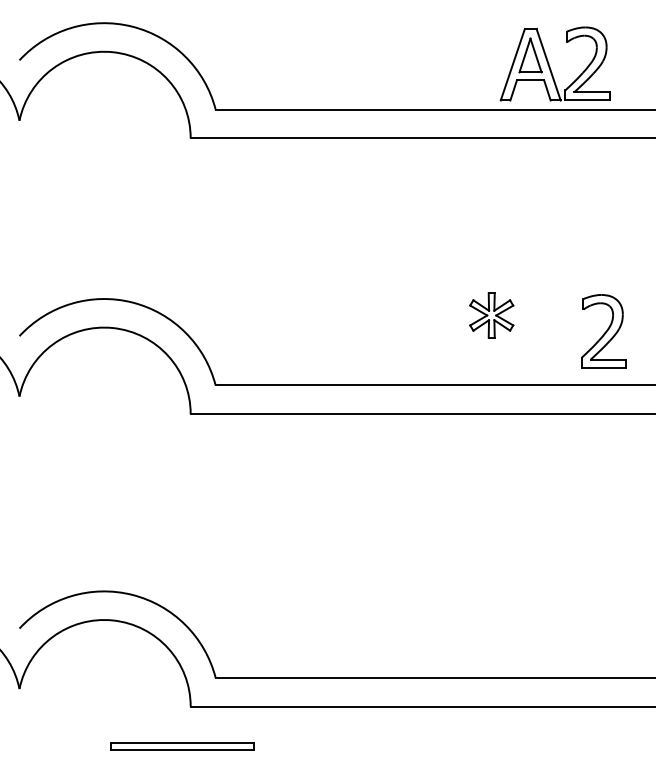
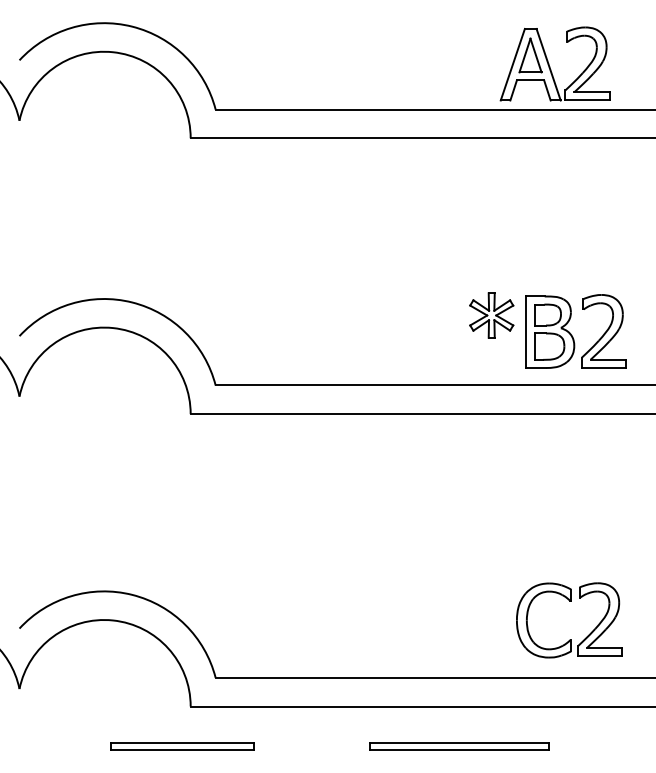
part at (550, 331): none -> present
part at (569, 601): none -> present
part at (459, 746): none -> present
